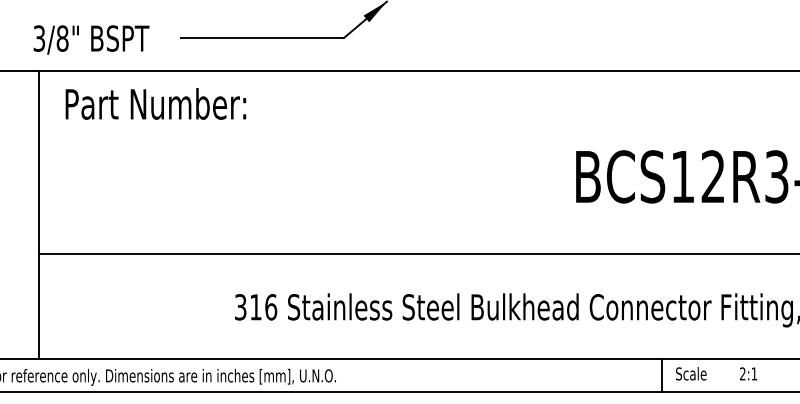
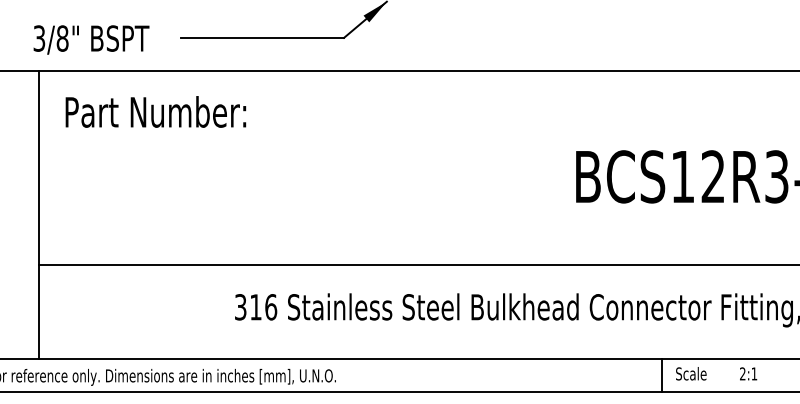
text at (155, 103) position: (155, 103) -> (155, 111)
line at (417, 253) position: (417, 253) -> (417, 264)
